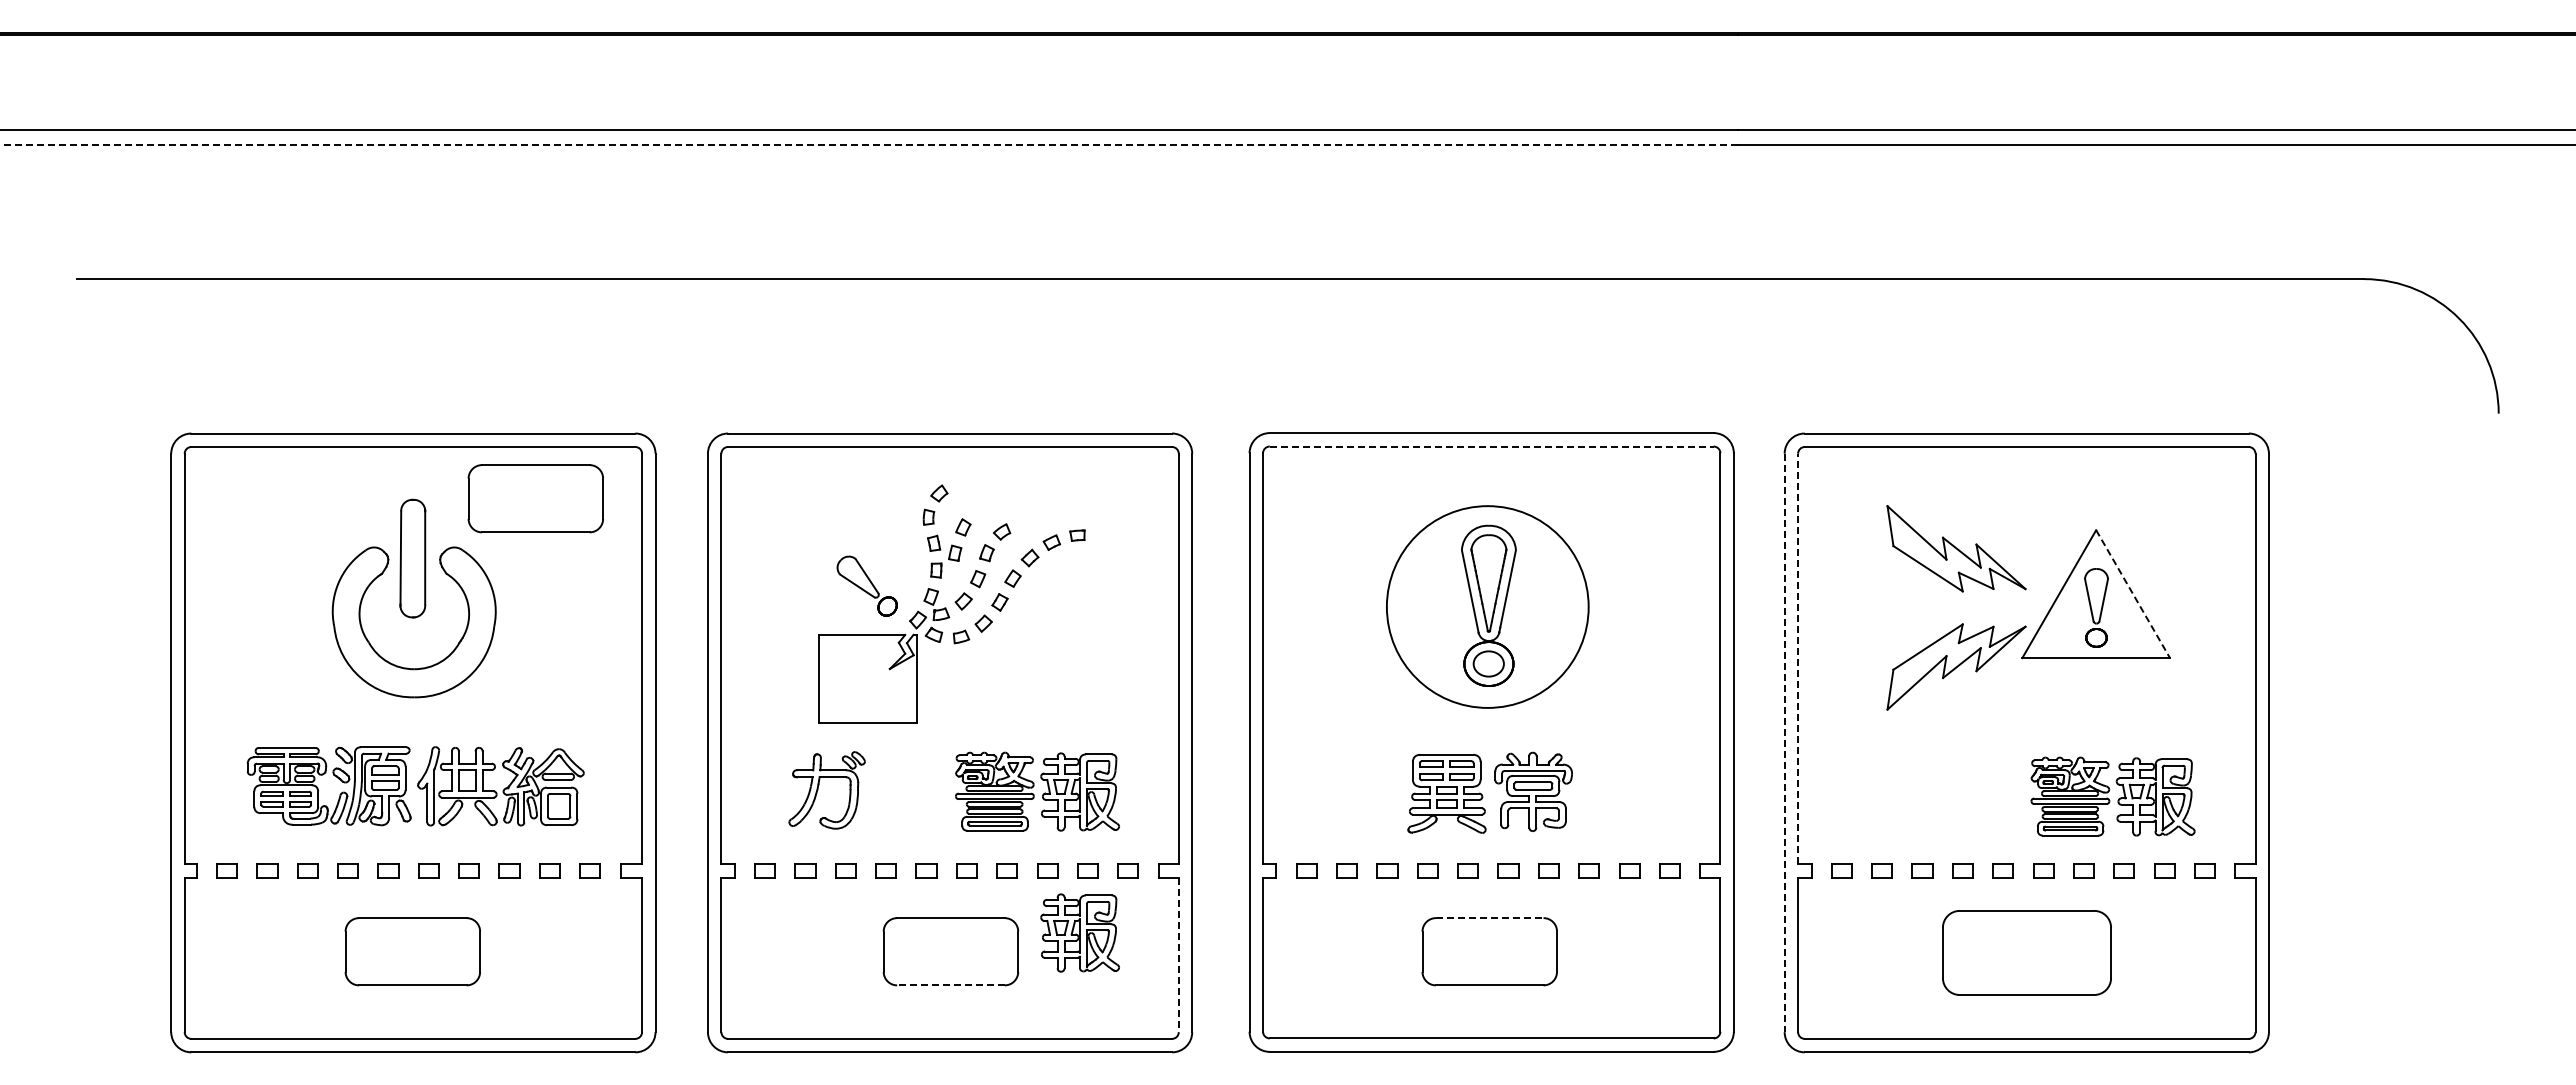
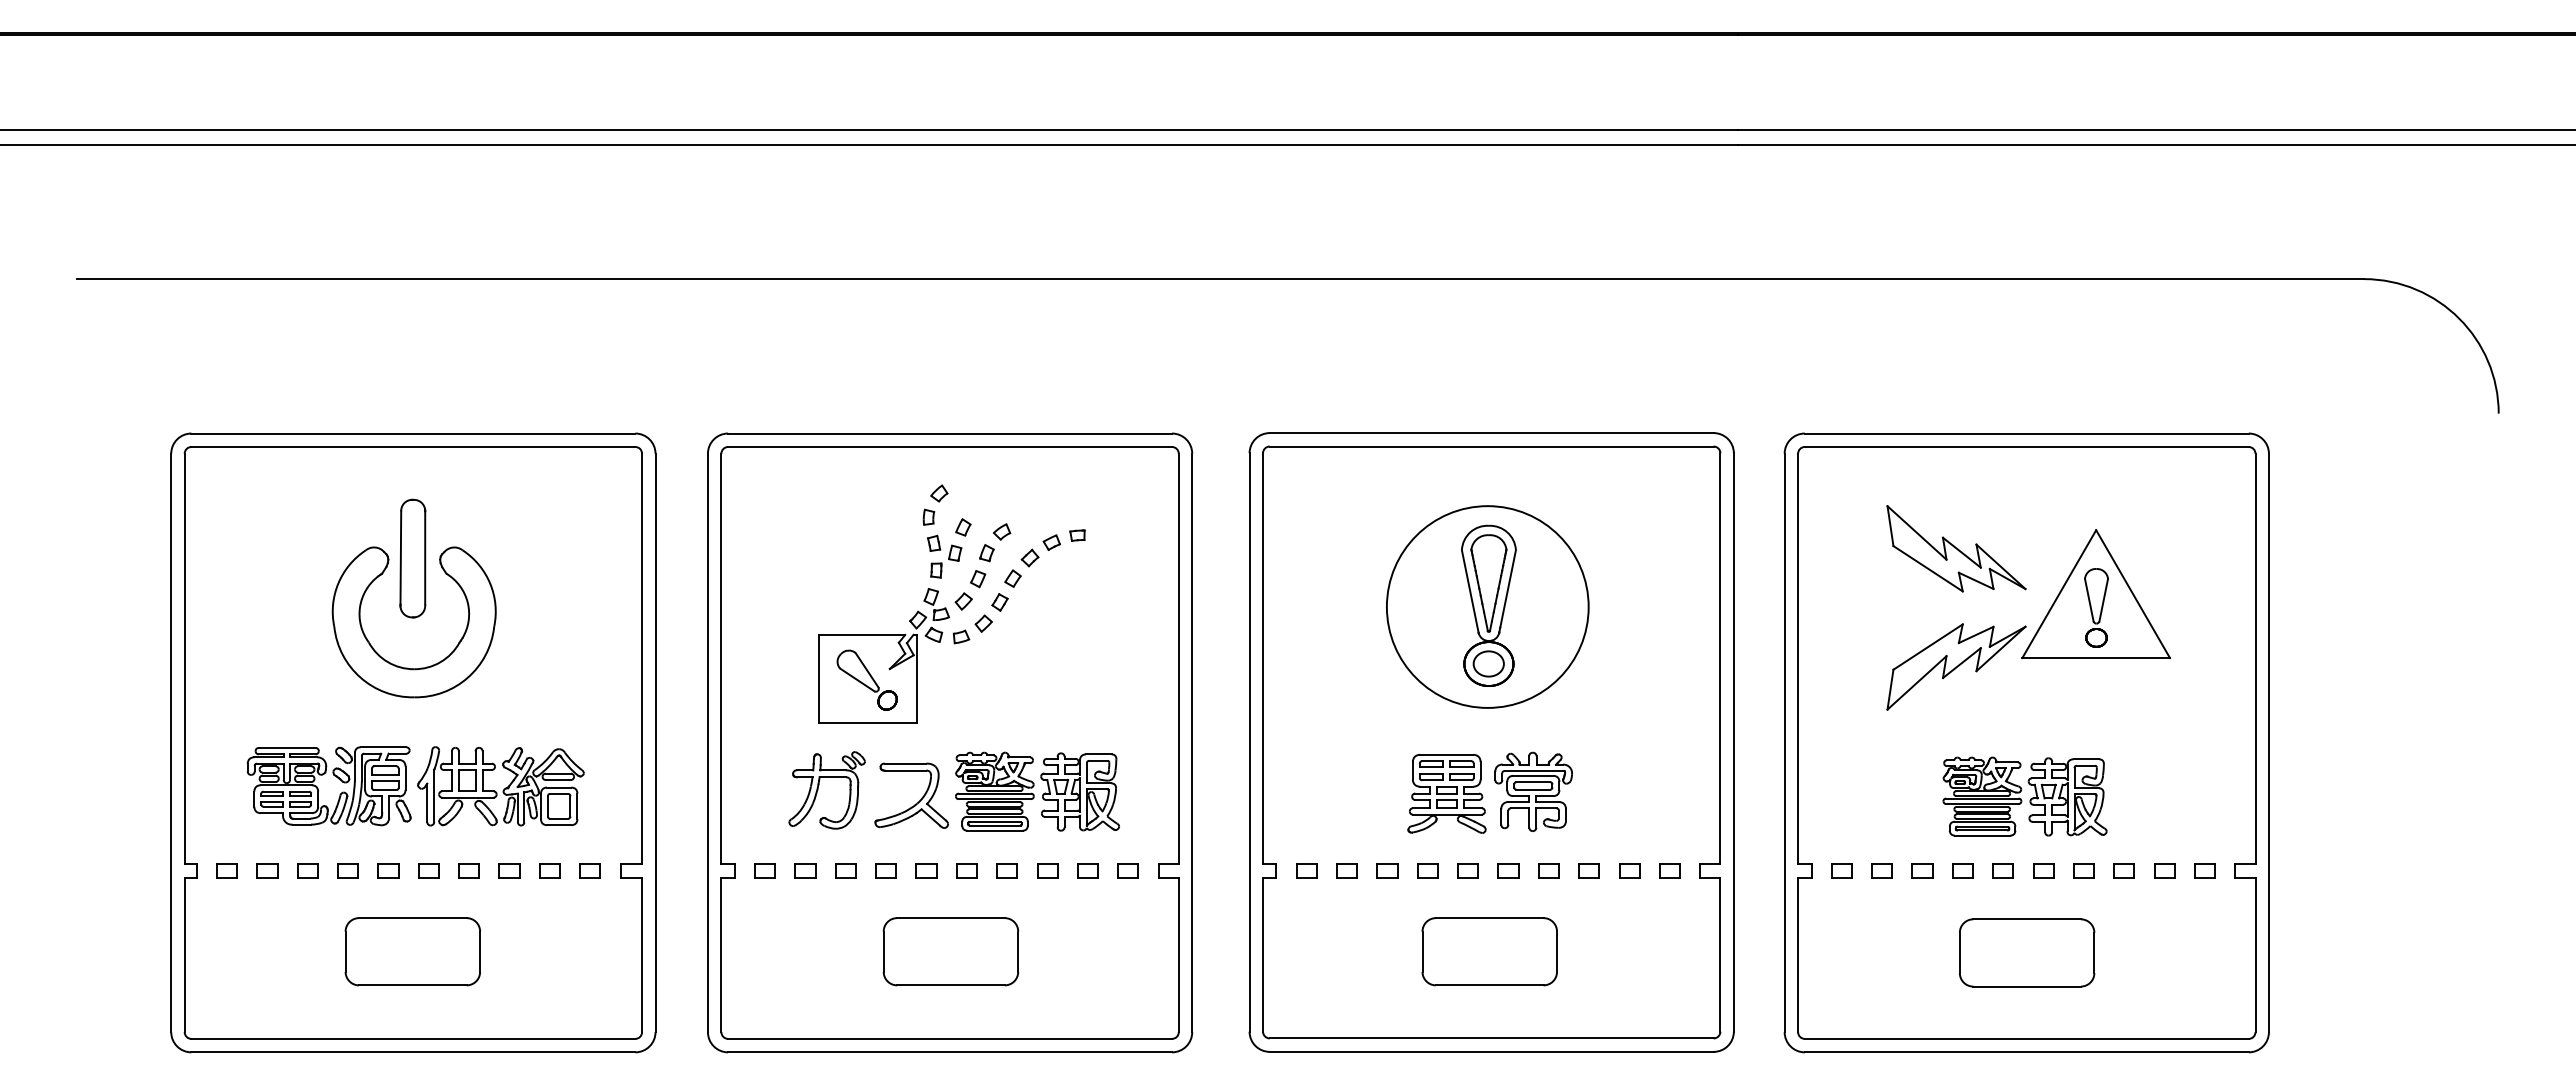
line at (869, 145): dashed -> solid
line at (1491, 446): dashed -> solid
part at (535, 498): present -> none
part at (866, 585) position: (866, 585) -> (866, 679)
line at (2133, 594): dashed -> solid
line at (1798, 658): dashed -> solid
line at (1784, 743): dashed -> solid
part at (2112, 796) position: (2112, 796) -> (2024, 796)
part at (915, 803): none -> present
line at (1489, 918): dashed -> solid
part at (1079, 932): present -> none
part at (2026, 952) size: 170x86 px -> 137x70 px
line at (1178, 955): dashed -> solid
line at (950, 985): dashed -> solid
